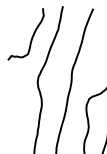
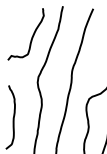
curve at (12, 118): none -> present
